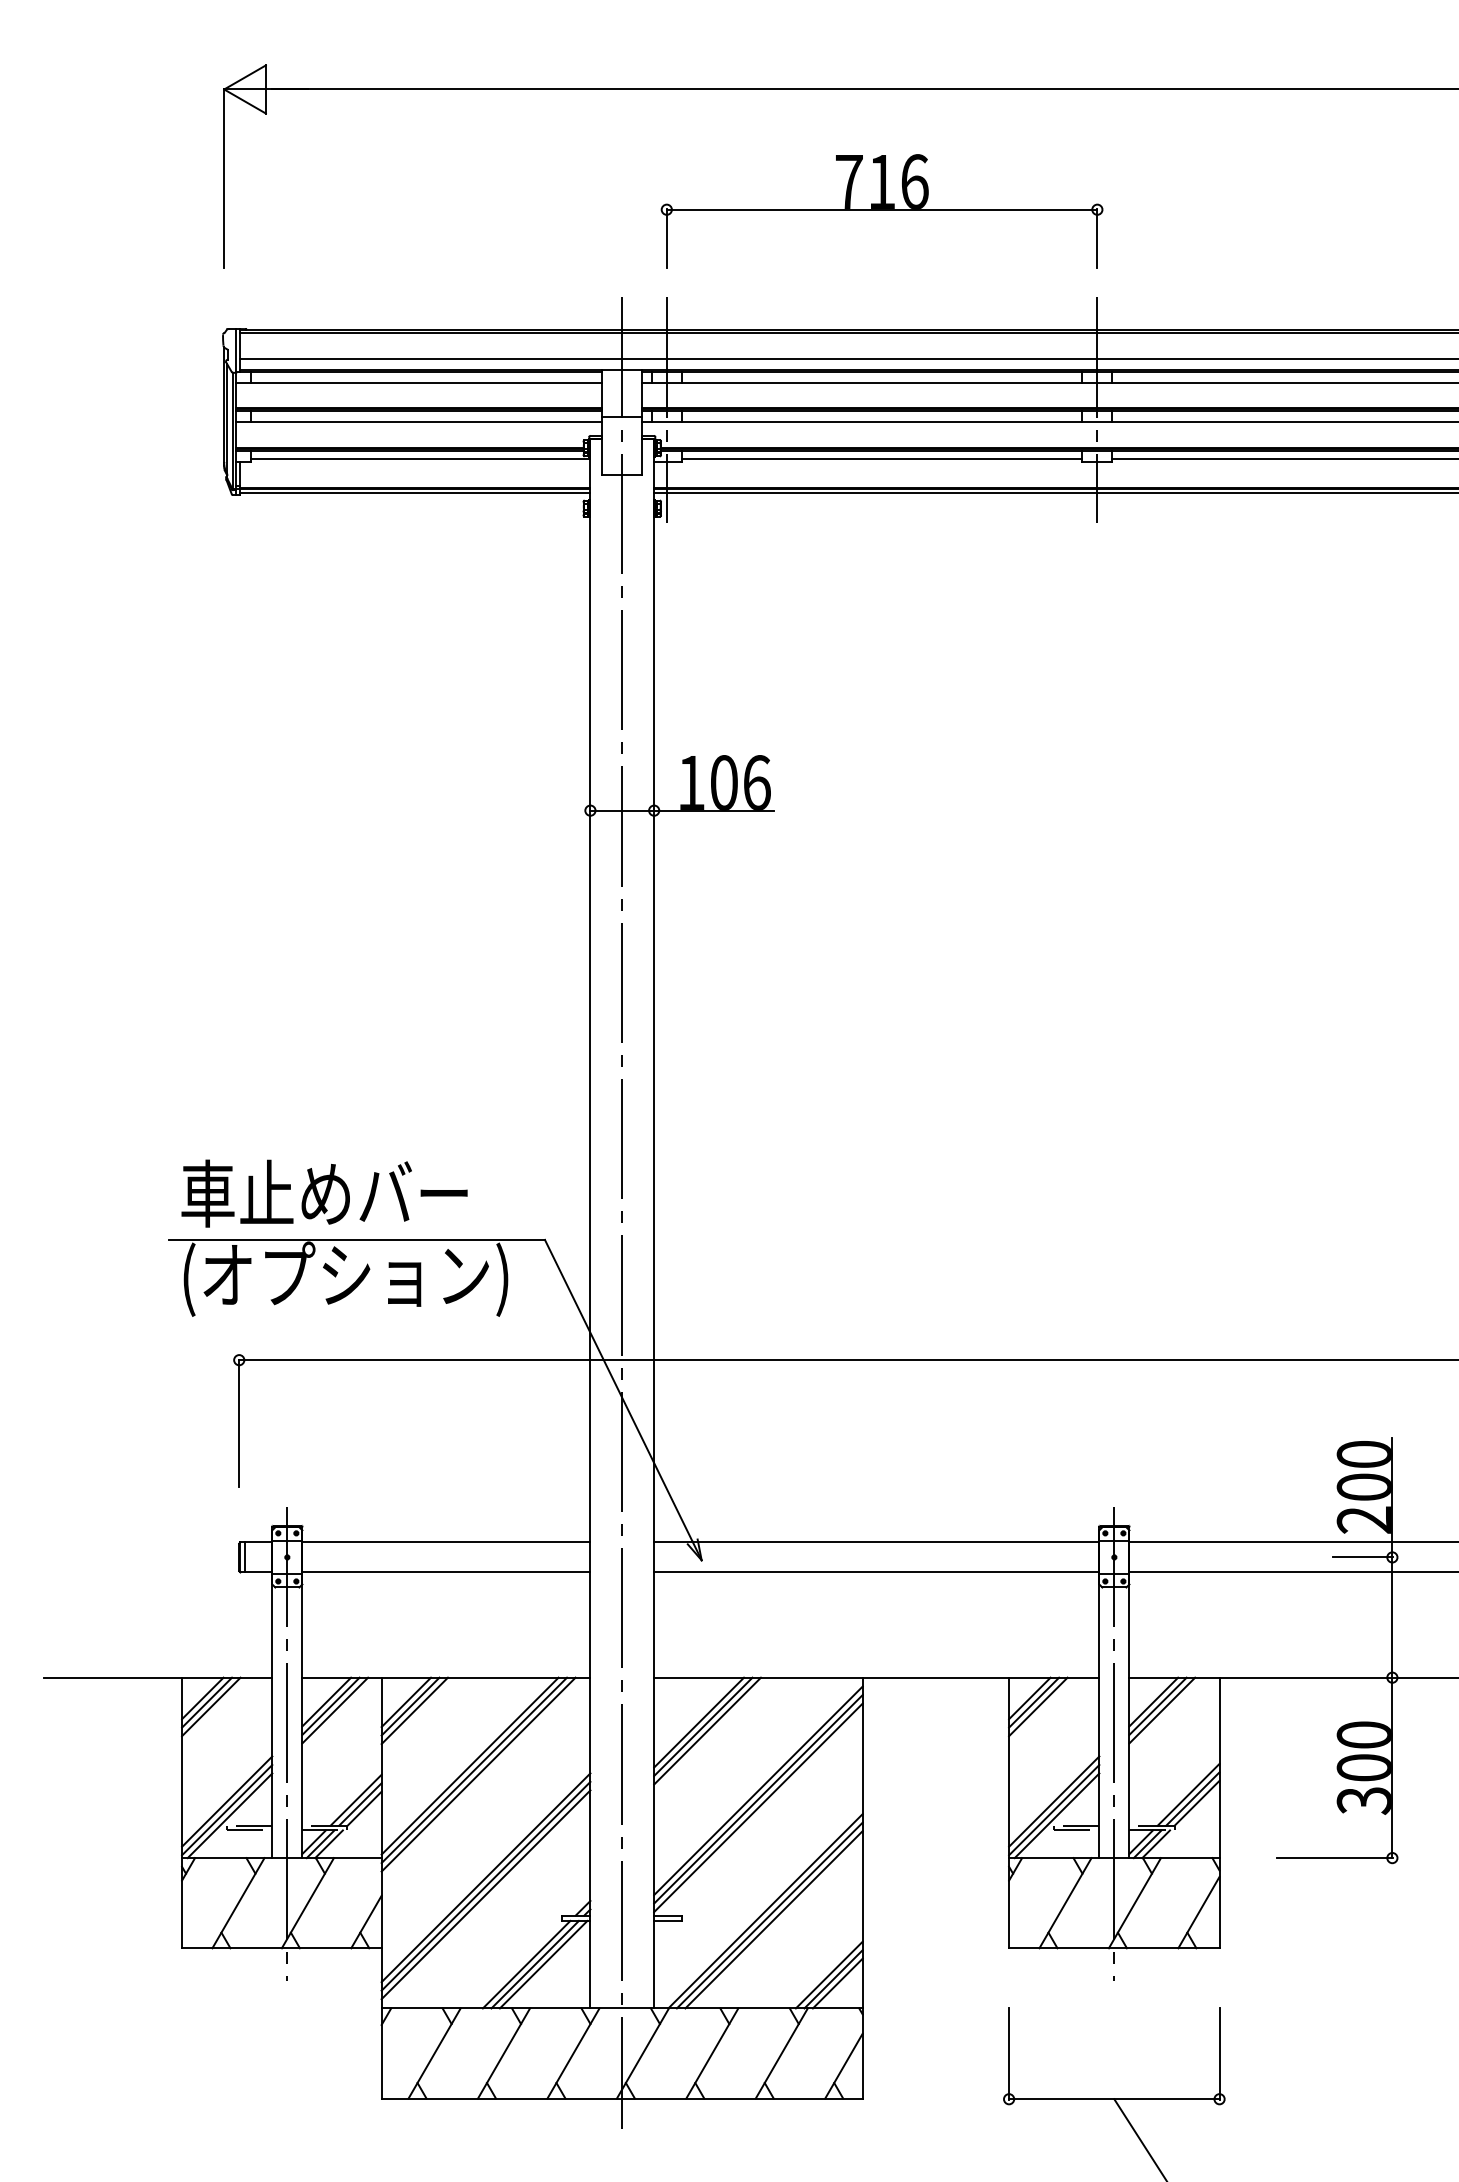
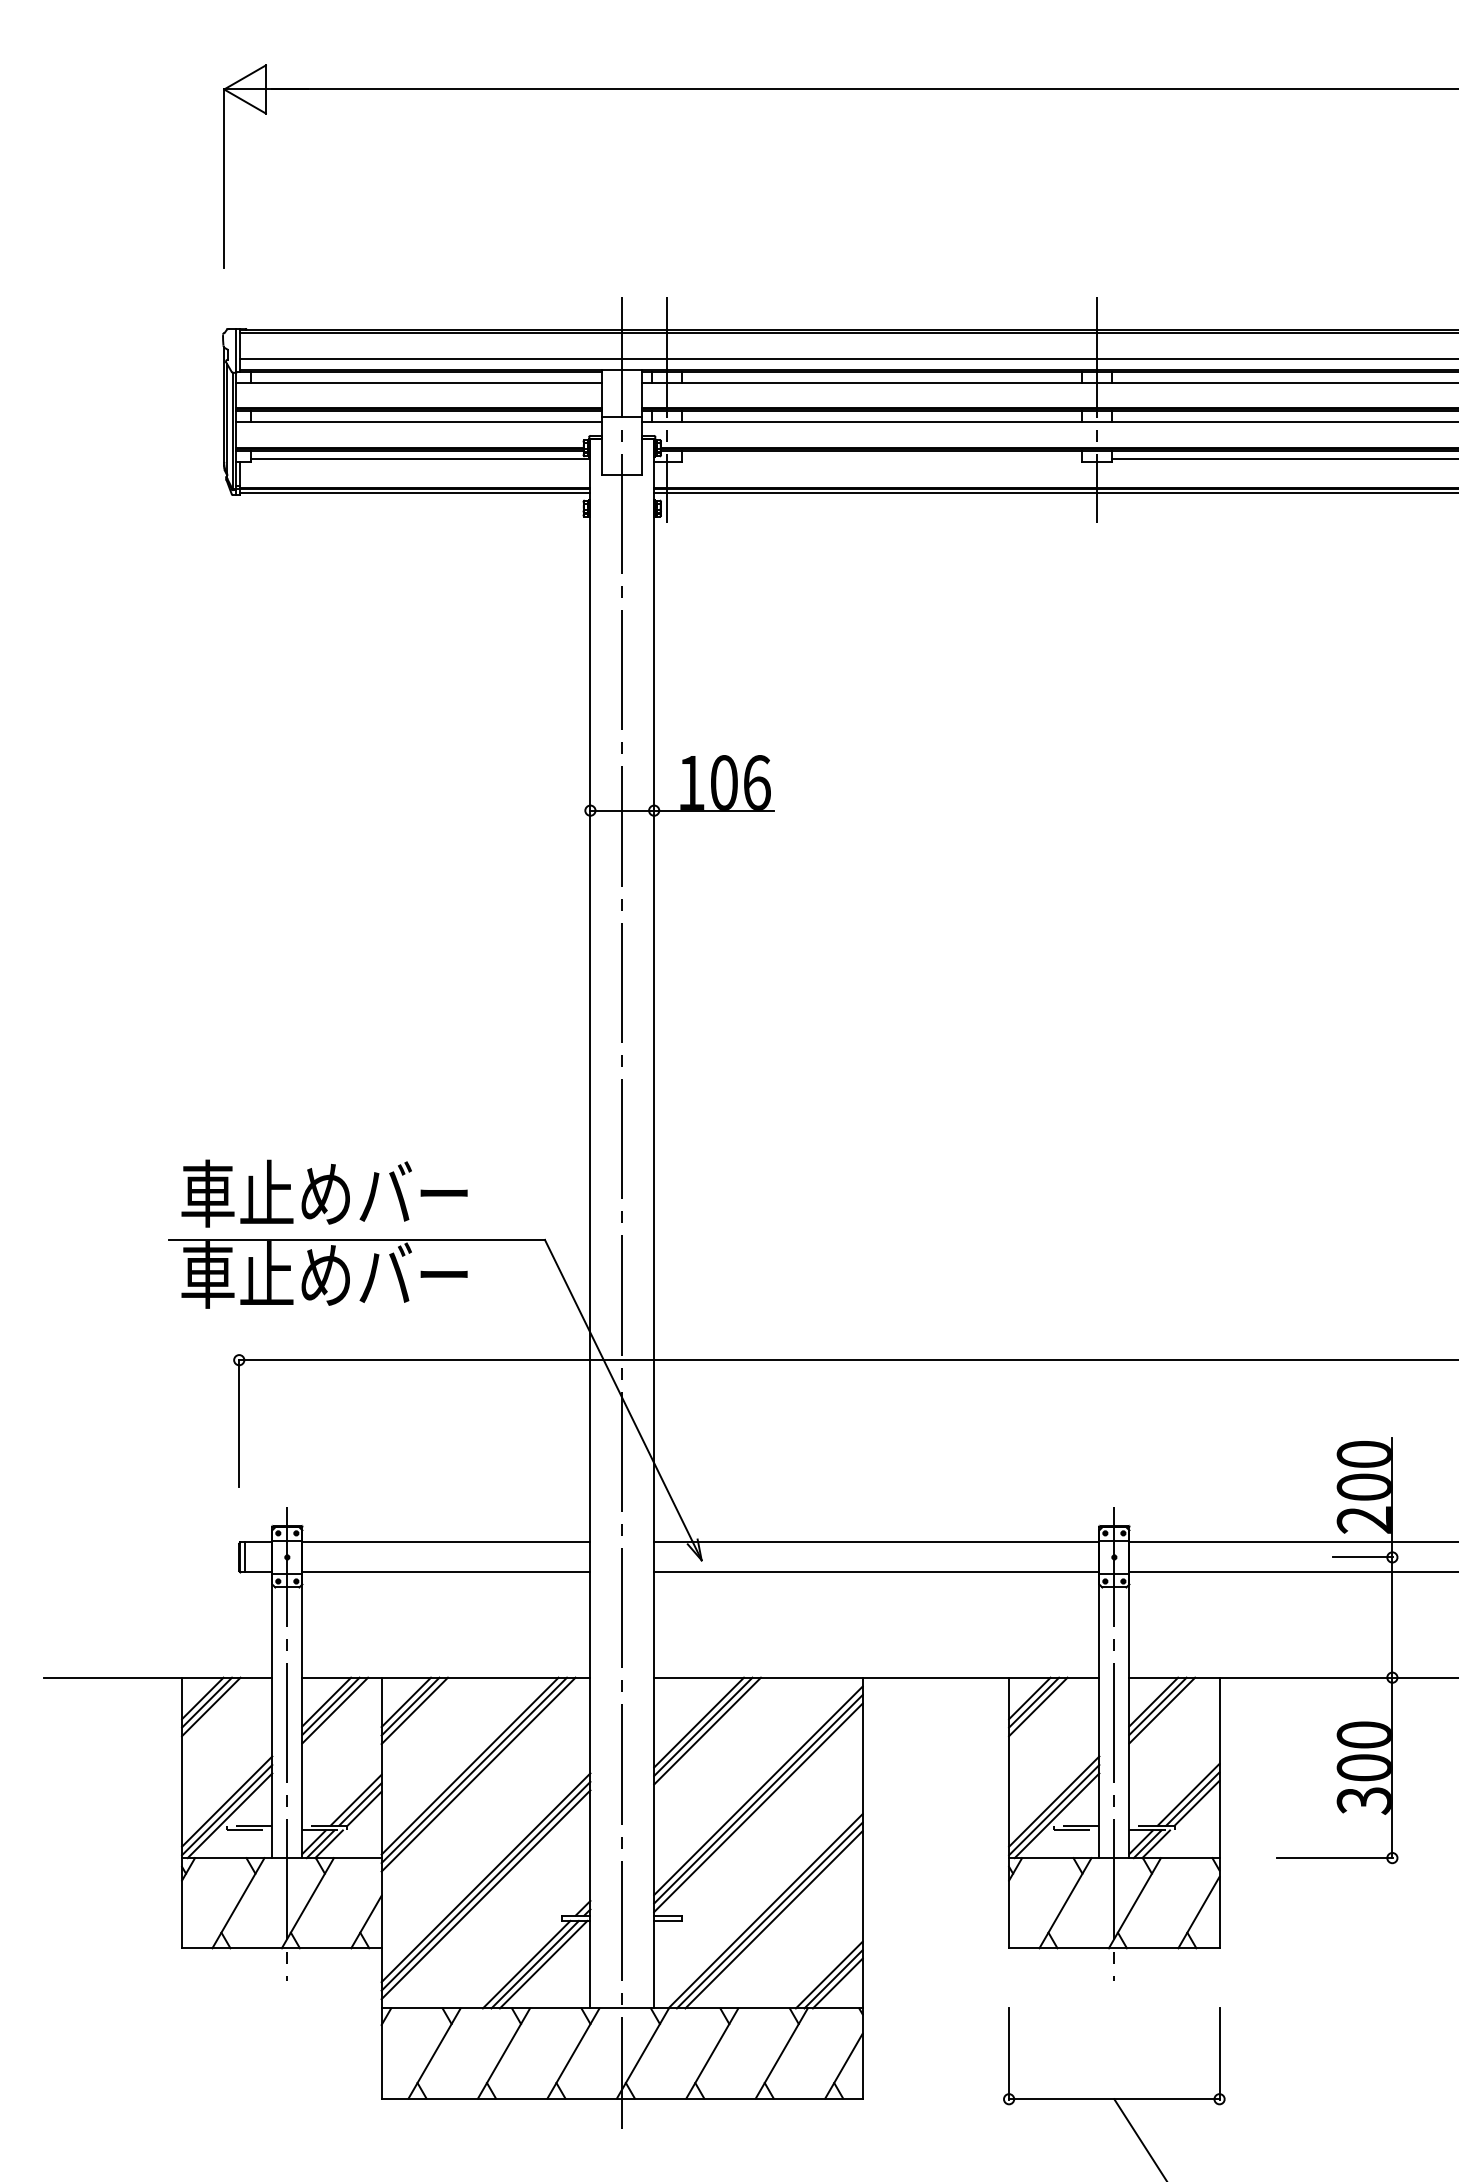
part at (881, 211): present -> none
line at (881, 459): present -> none
text at (344, 1278): (オプション) -> 車止めバー
